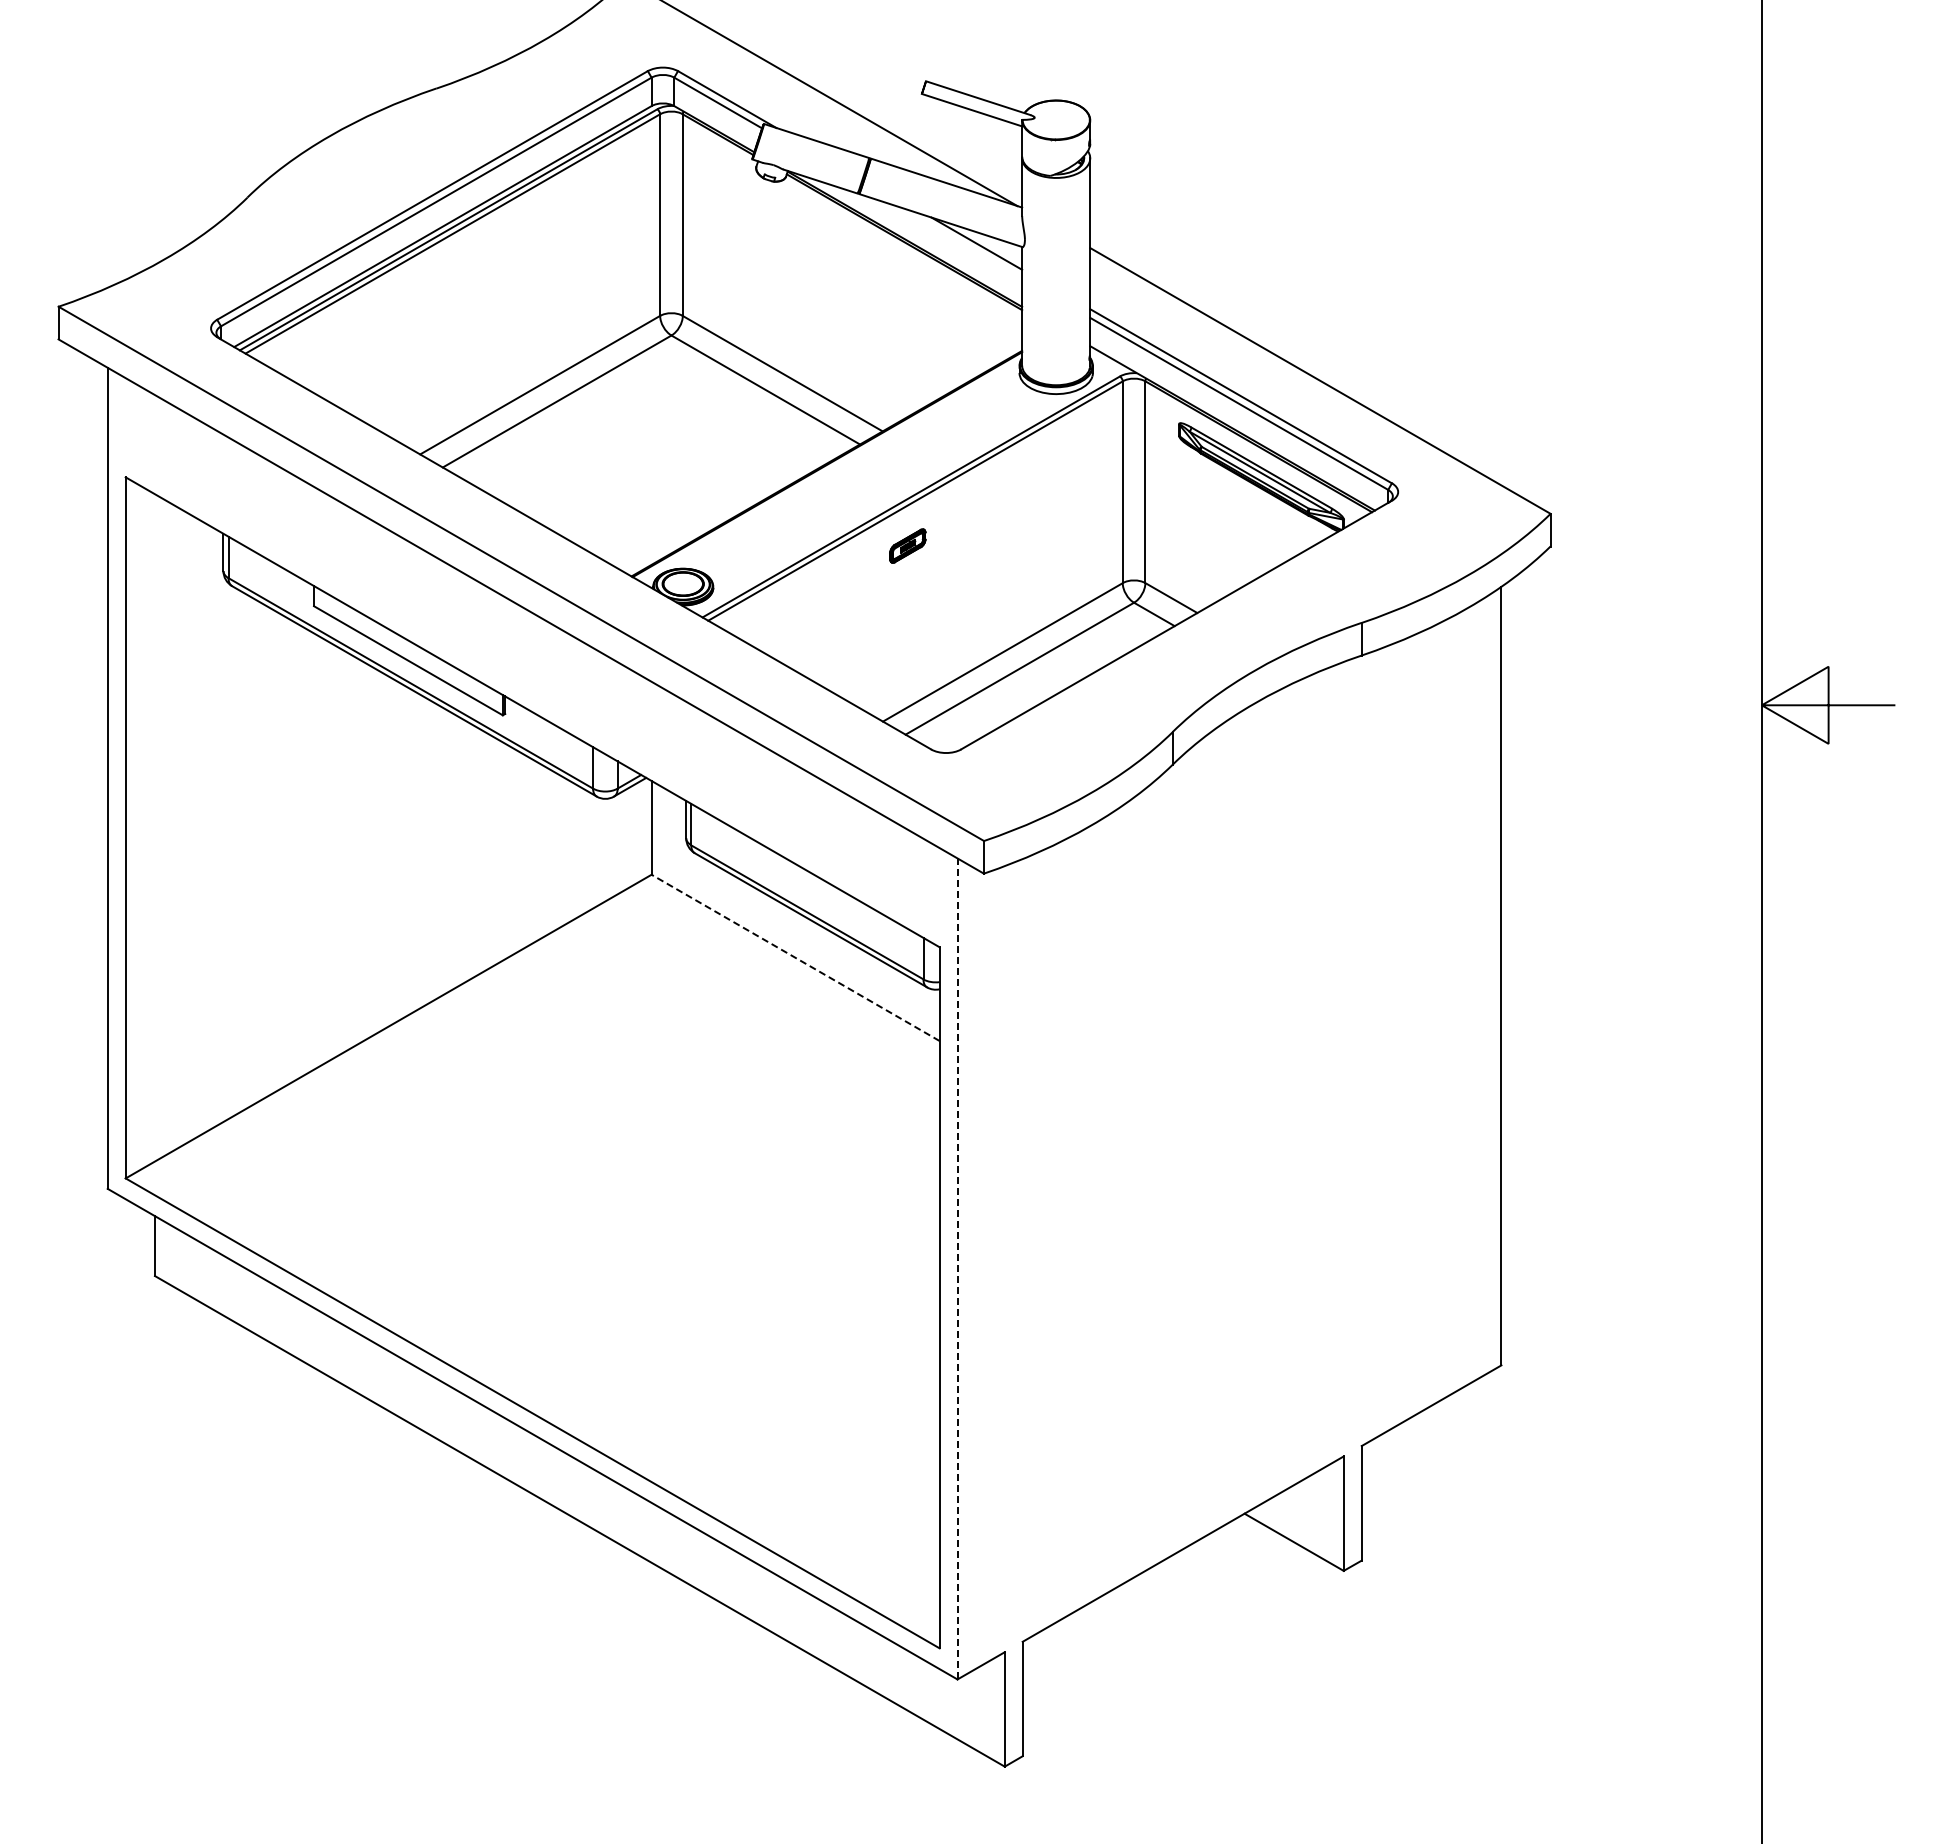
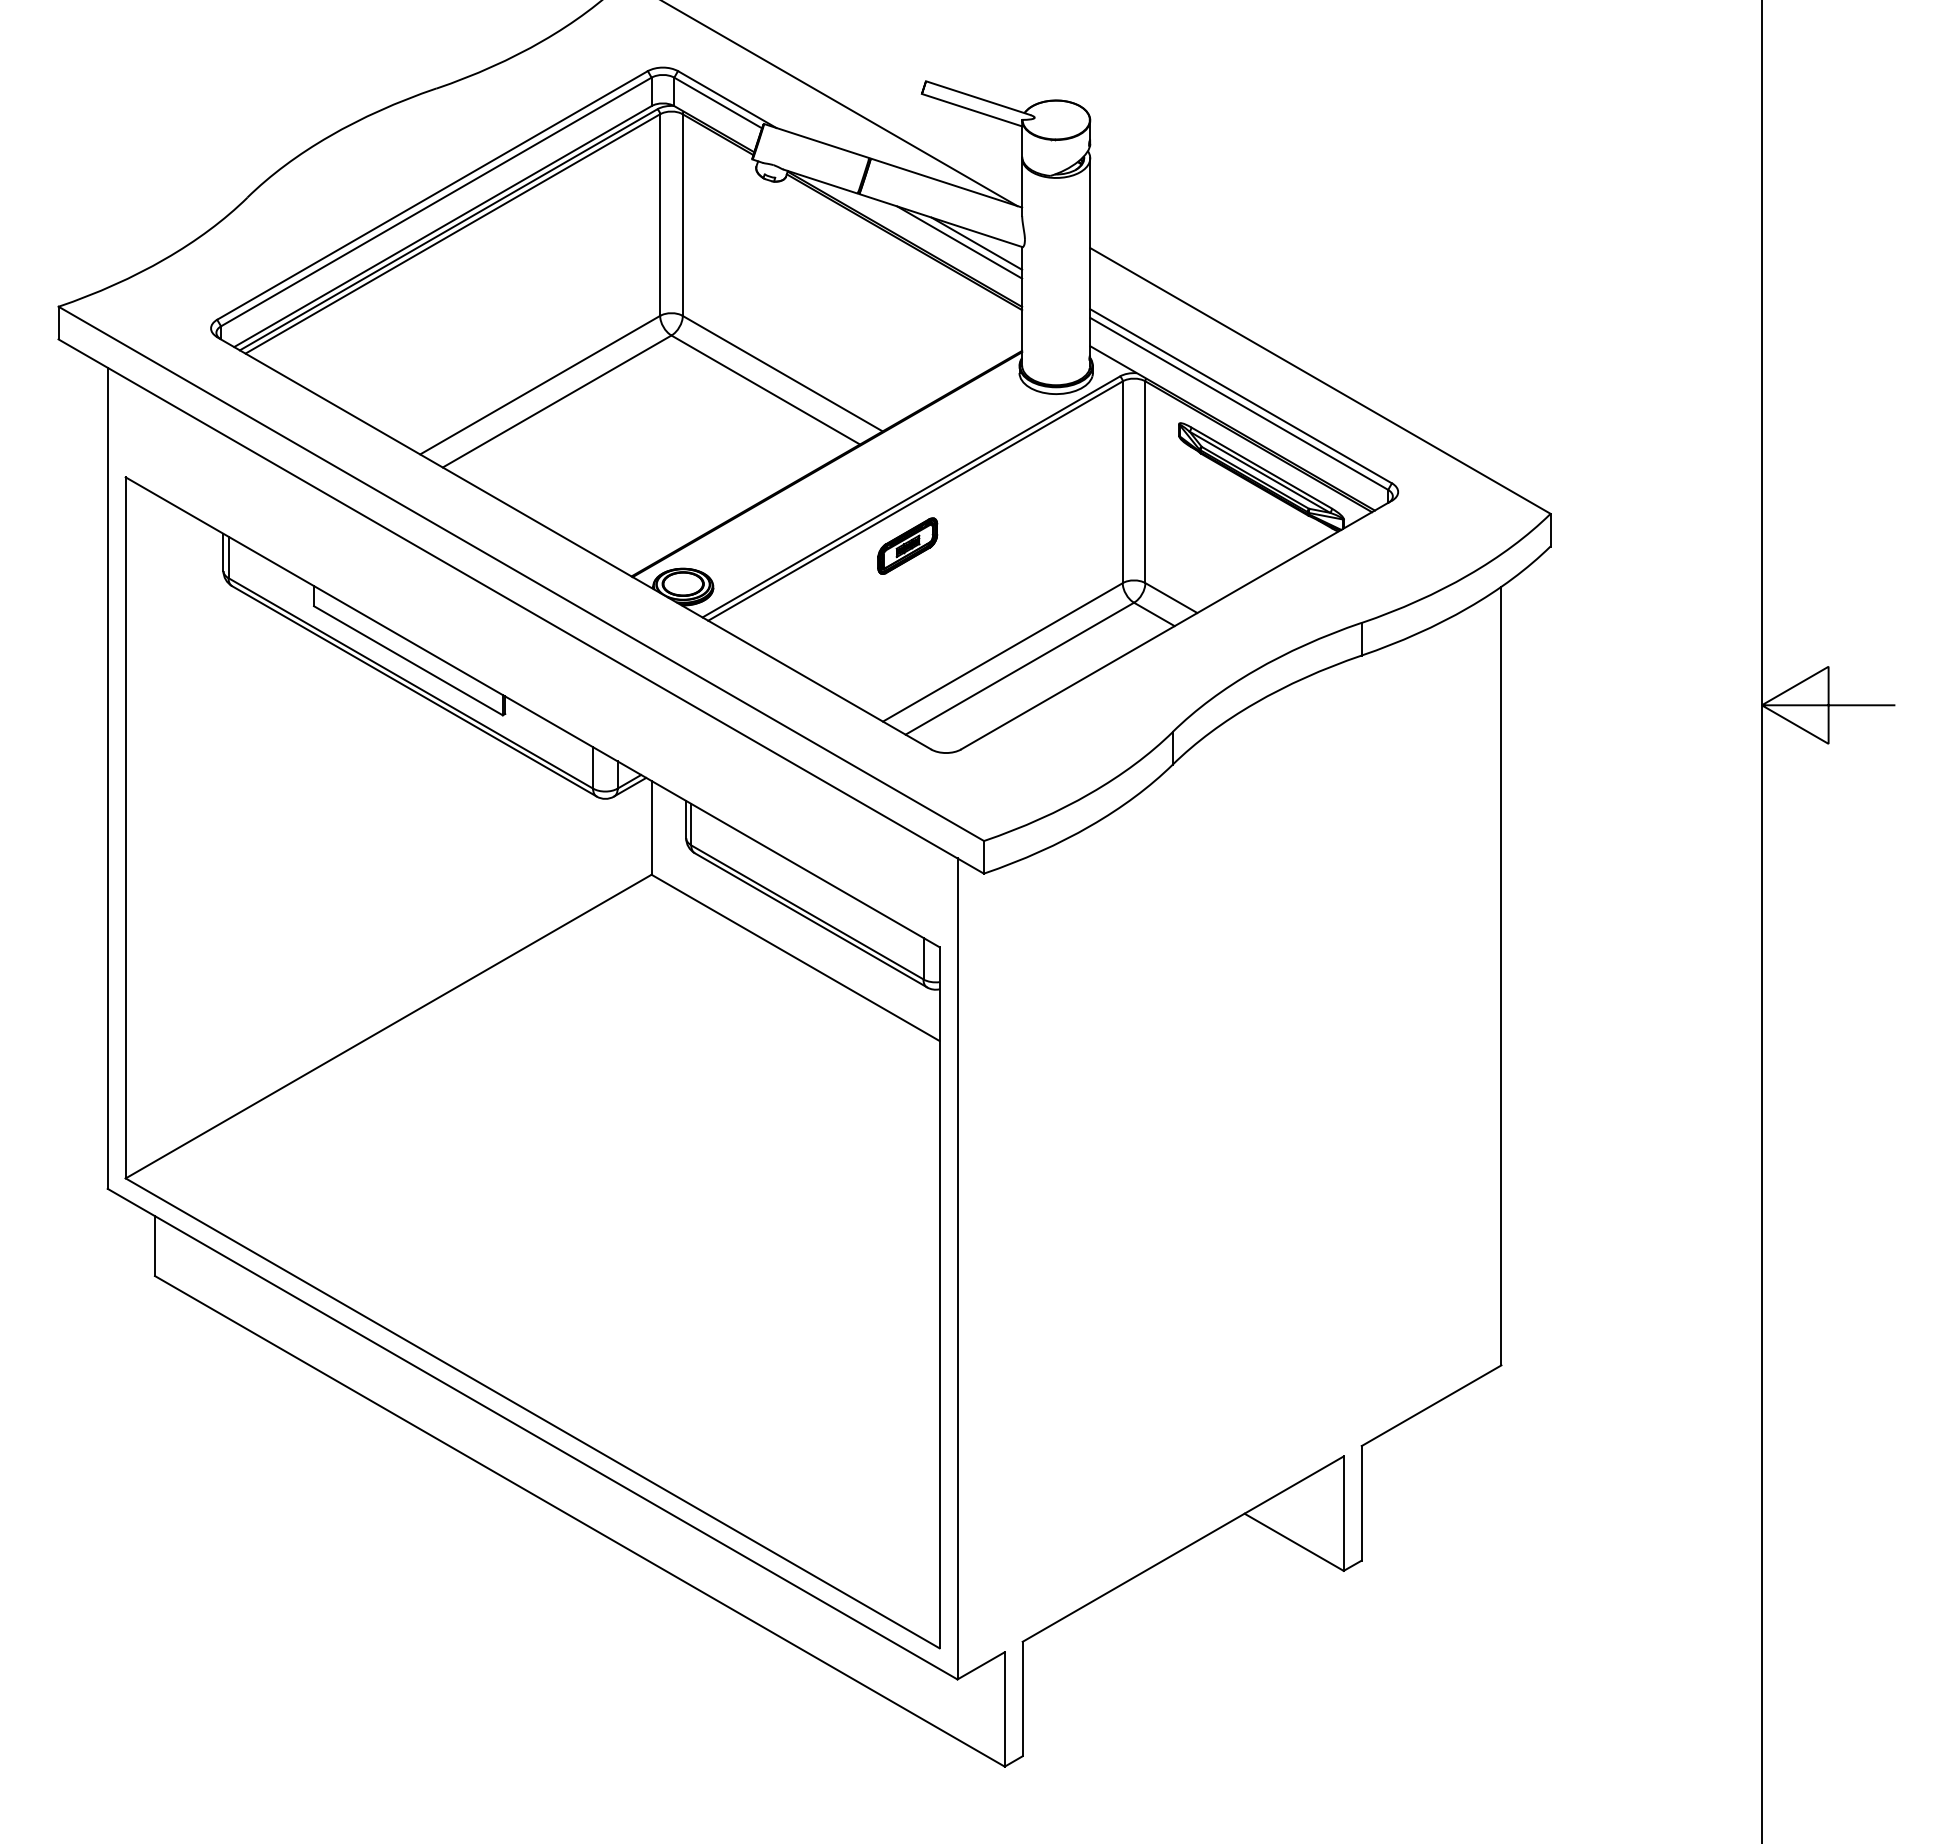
line at (959, 242): none -> present
part at (907, 545) size: 38x36 px -> 62x58 px
line at (795, 957): dashed -> solid
line at (957, 1269): dashed -> solid
